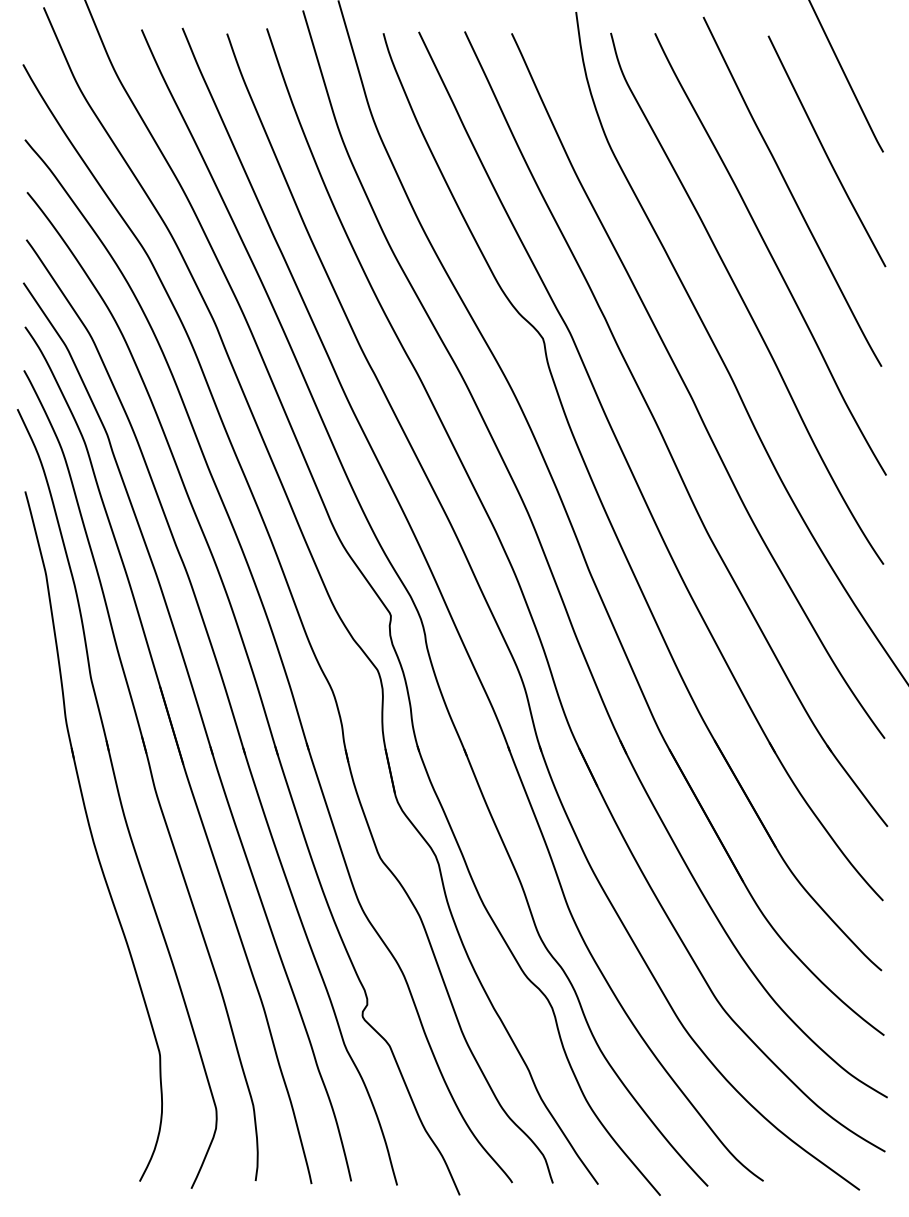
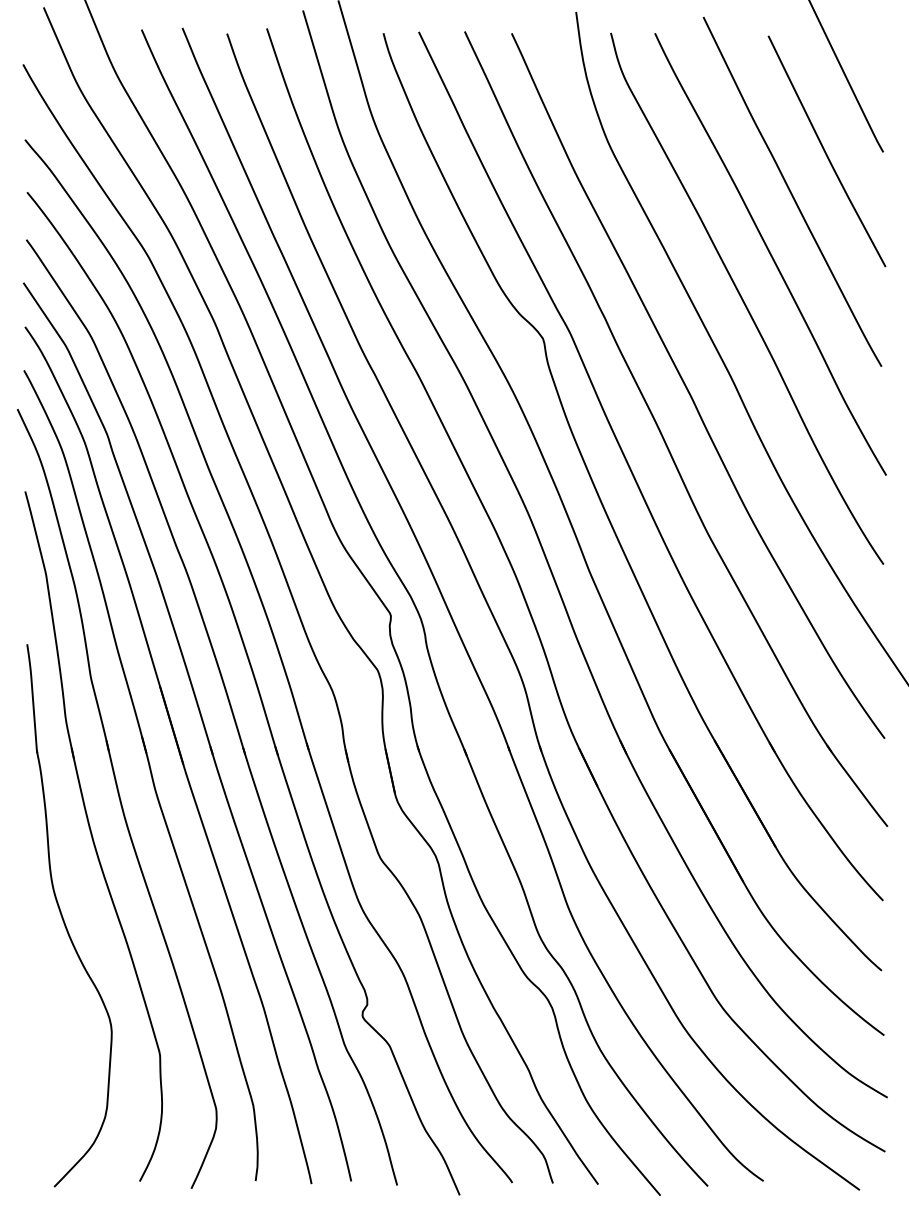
part at (63, 917): none -> present
